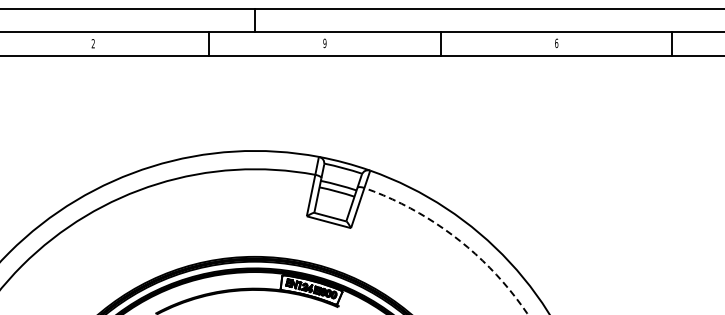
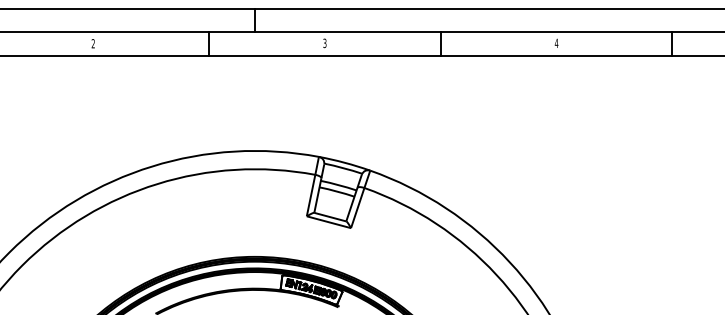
text at (324, 43): 9 -> 3
text at (556, 43): 6 -> 4
arc at (455, 237): dashed -> solid
